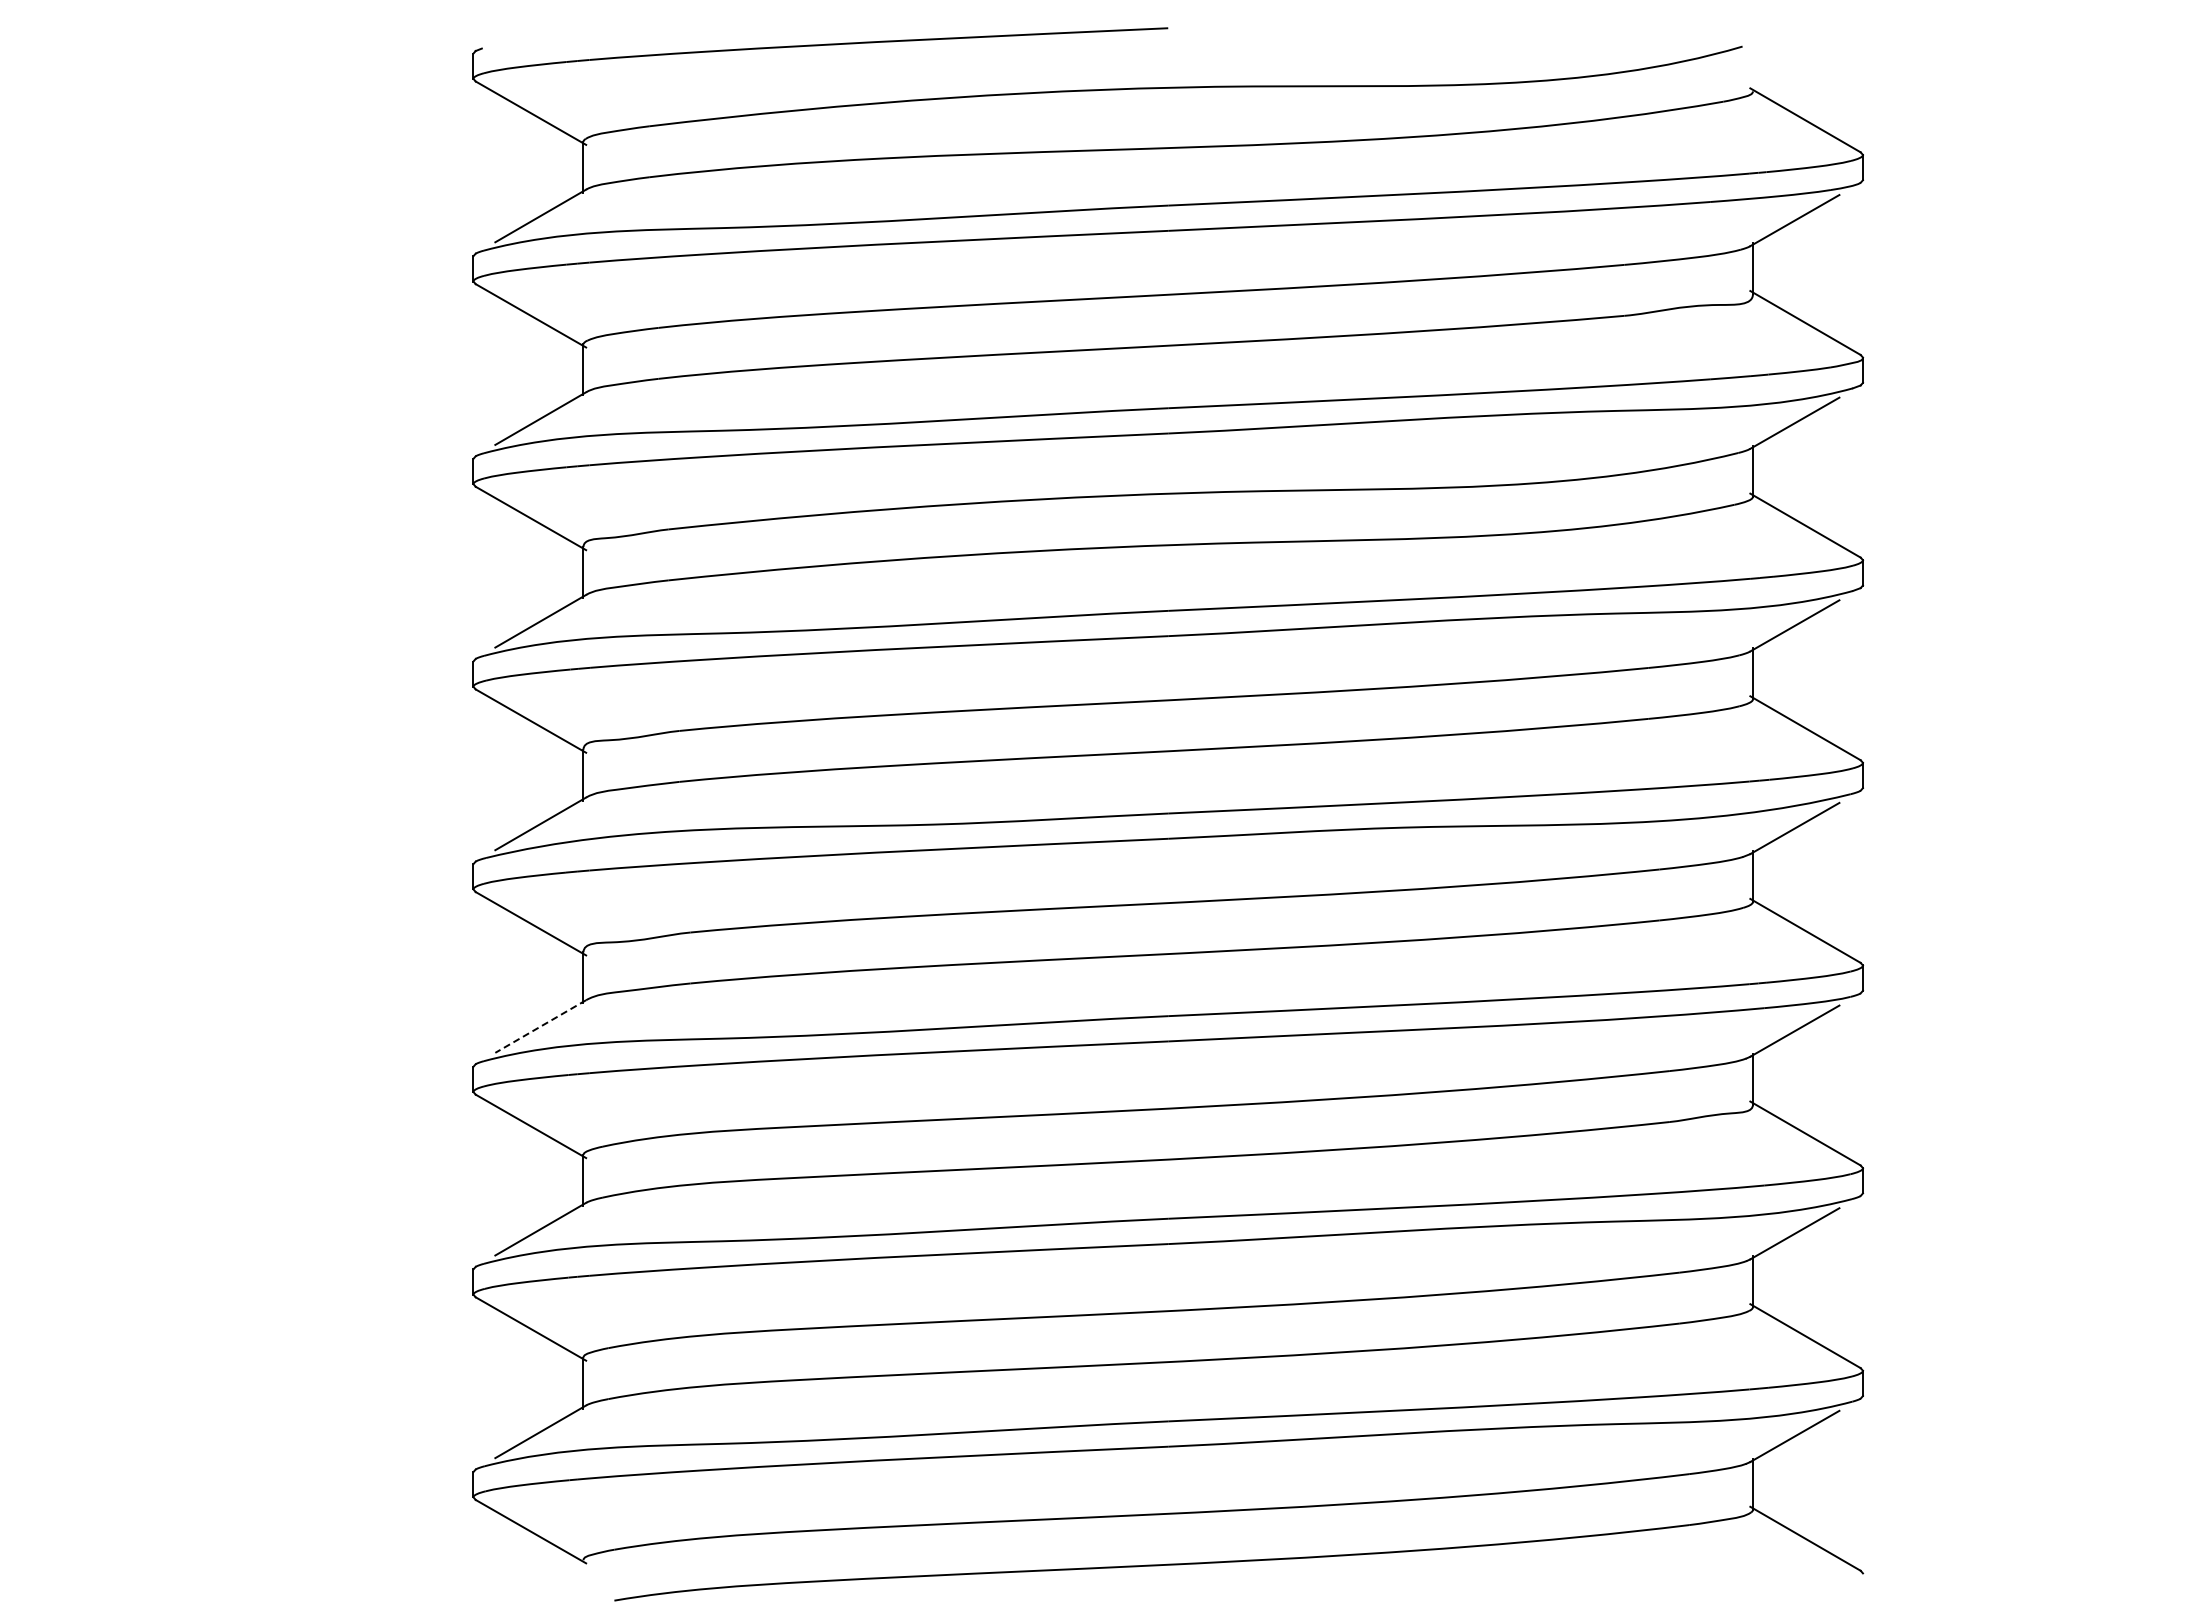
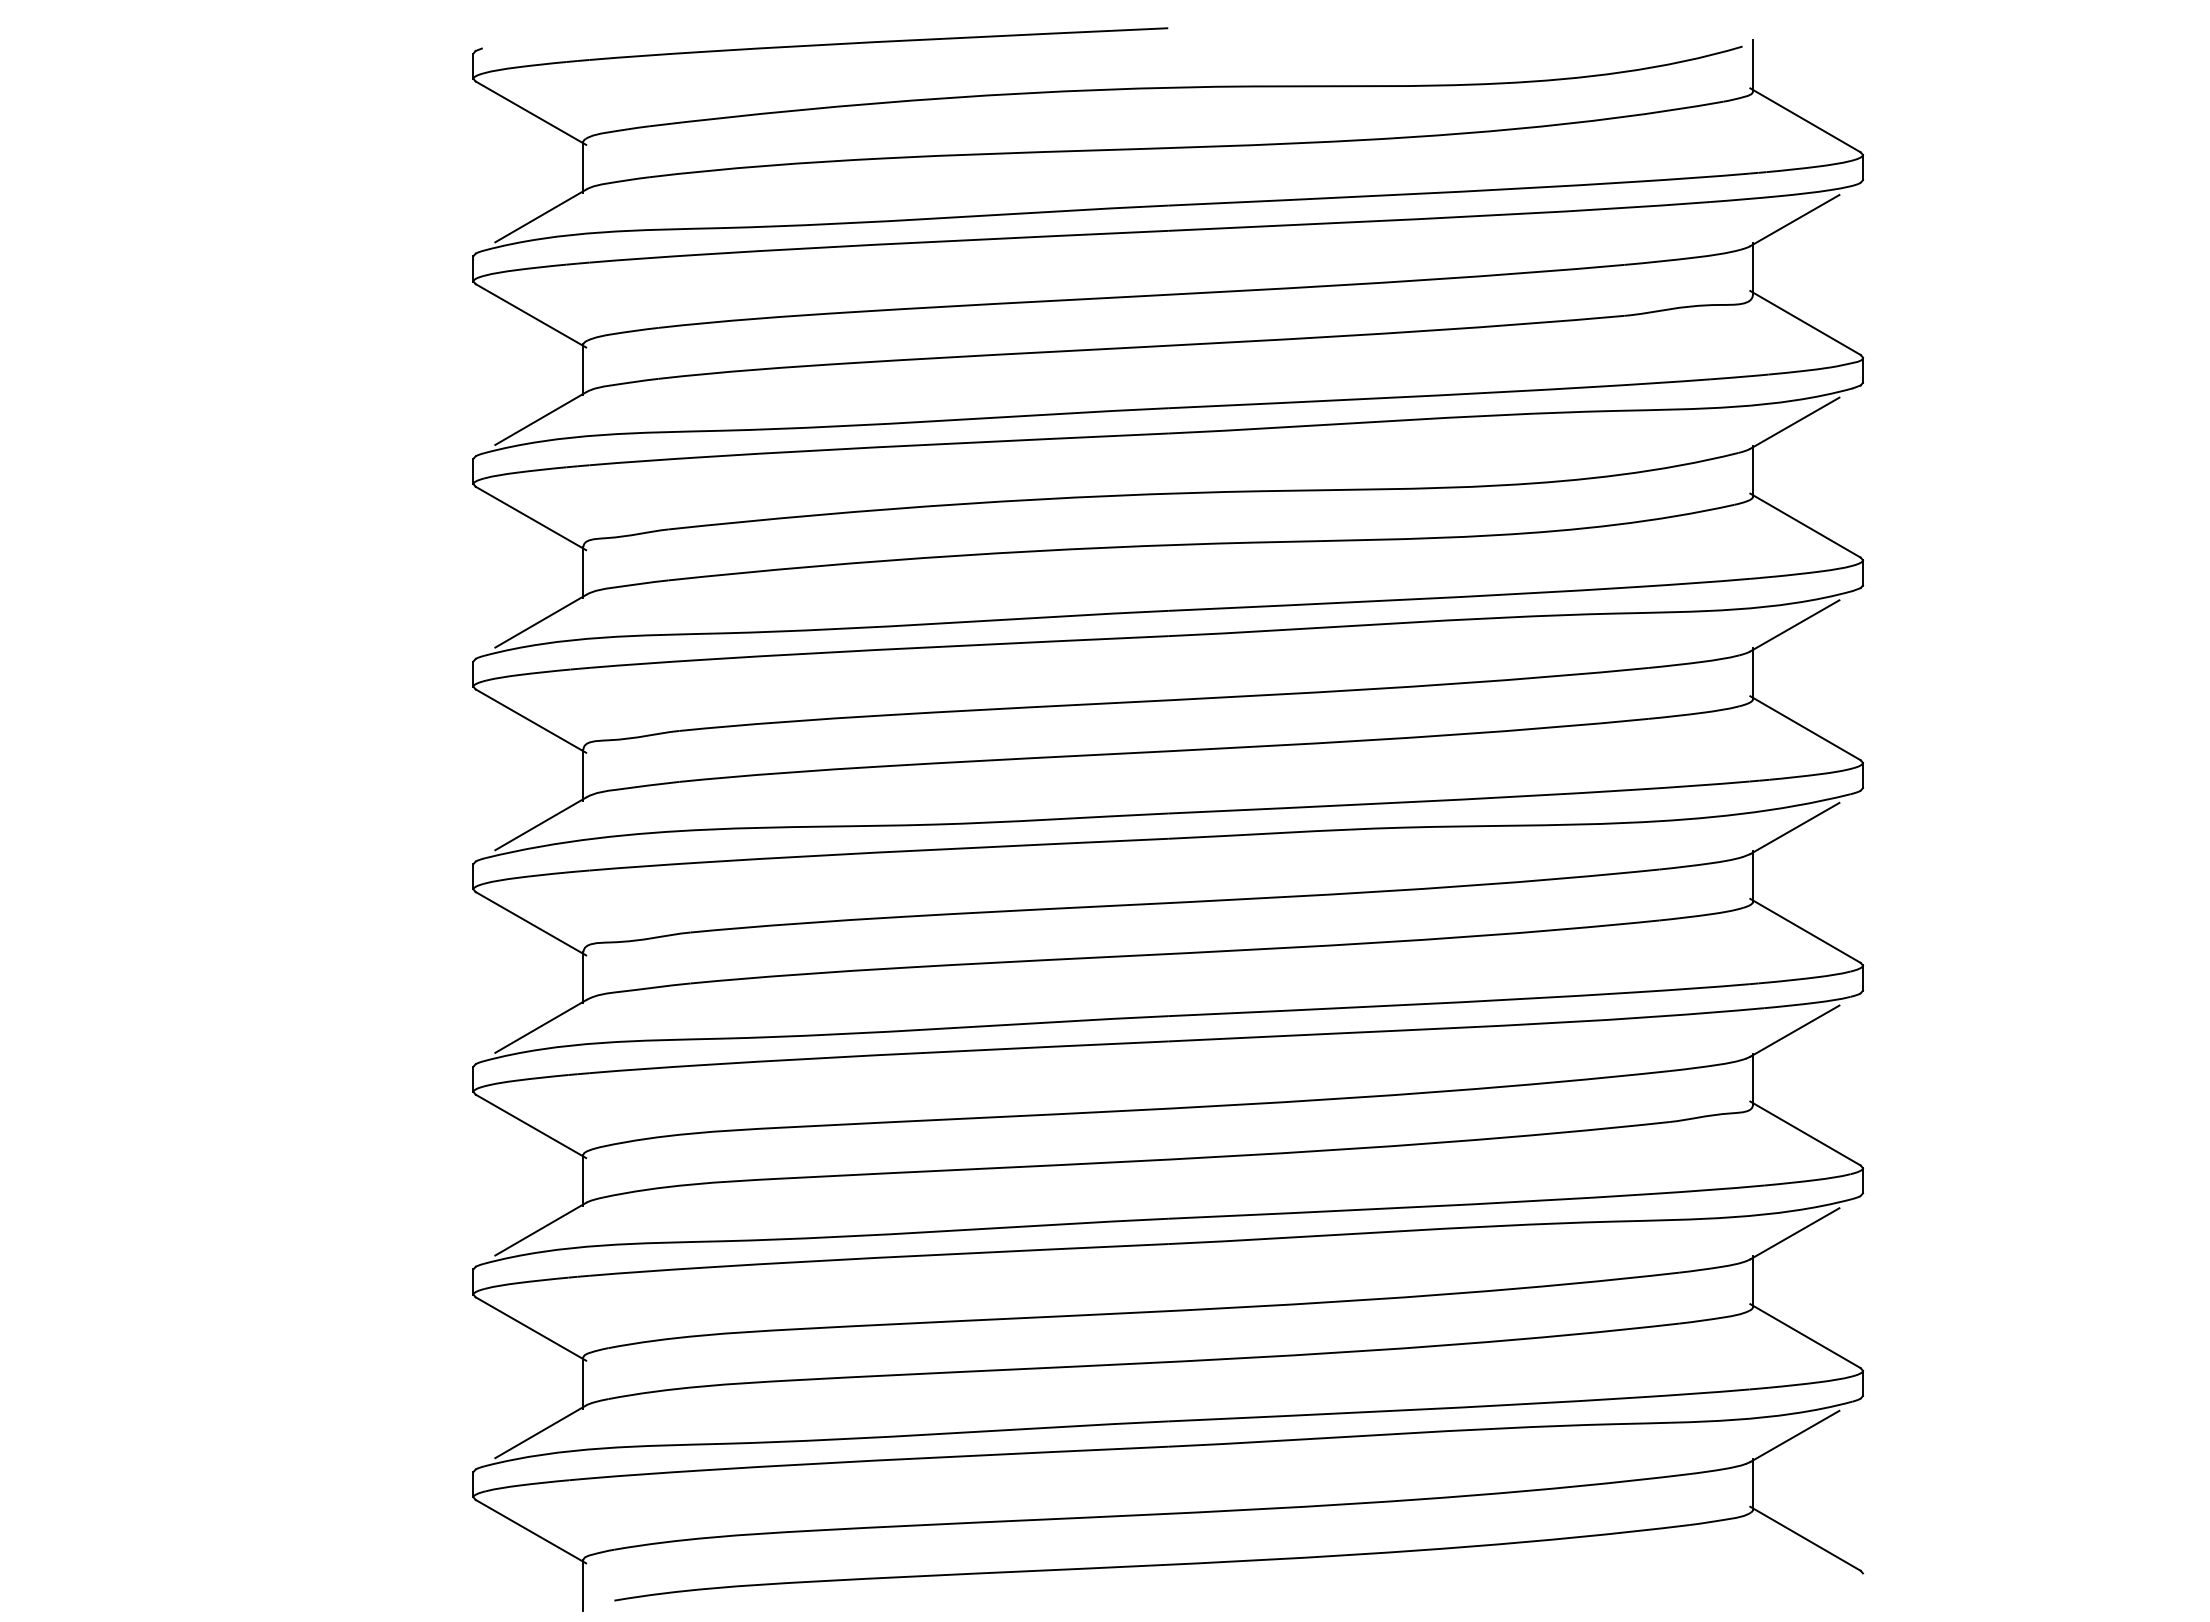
line at (1752, 65): none -> present
line at (540, 1026): dashed -> solid
line at (583, 1585): none -> present
